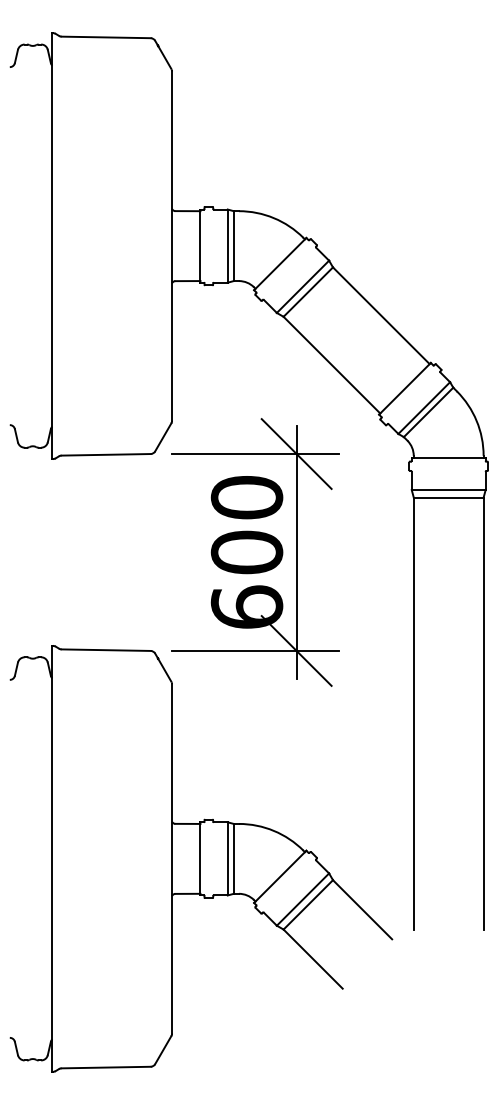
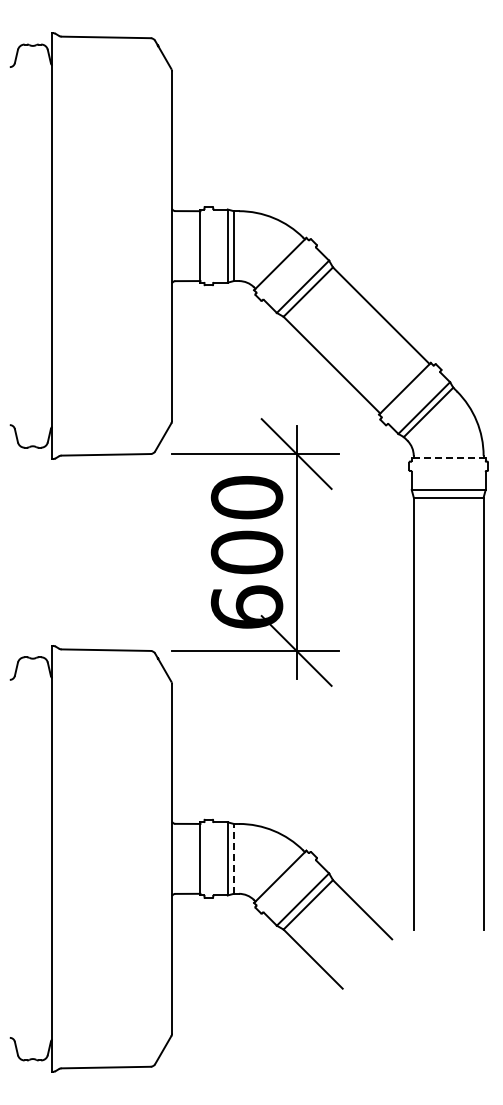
line at (448, 457): solid -> dashed
line at (233, 858): solid -> dashed
